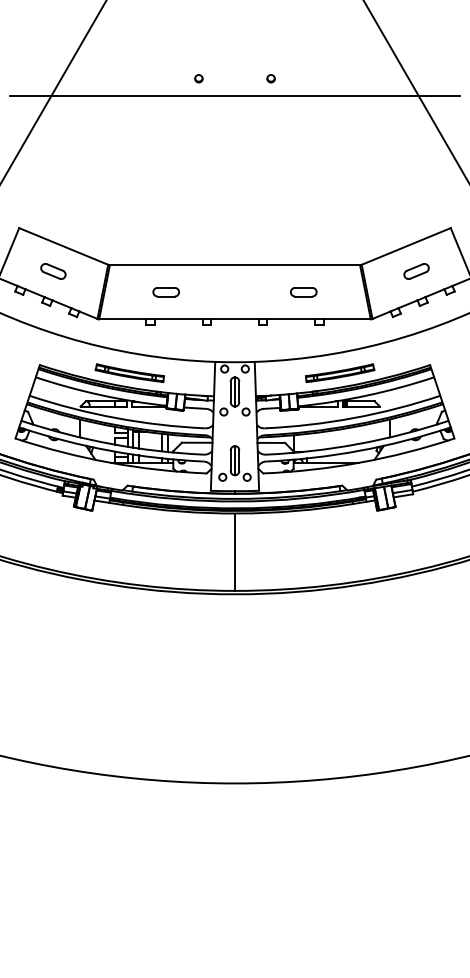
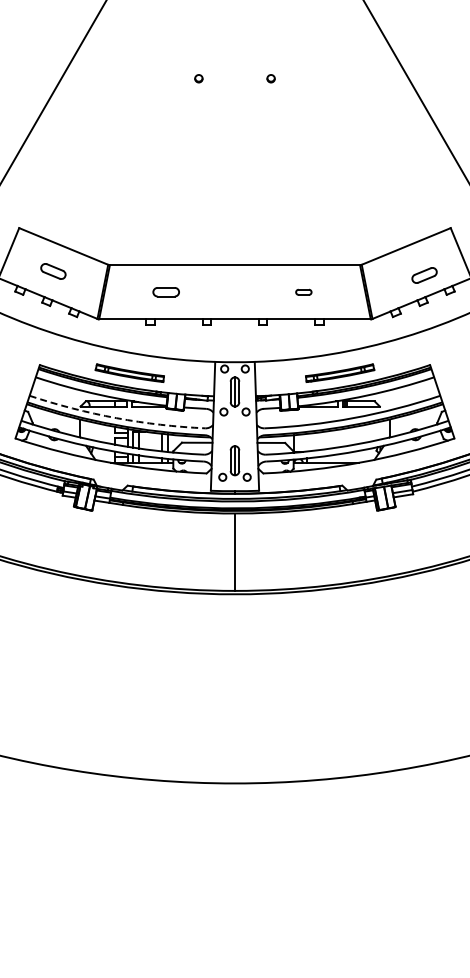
line at (234, 95): present -> none
part at (416, 271) position: (416, 271) -> (424, 275)
part at (303, 292) size: 28x11 px -> 18x8 px
arc at (116, 418): solid -> dashed
